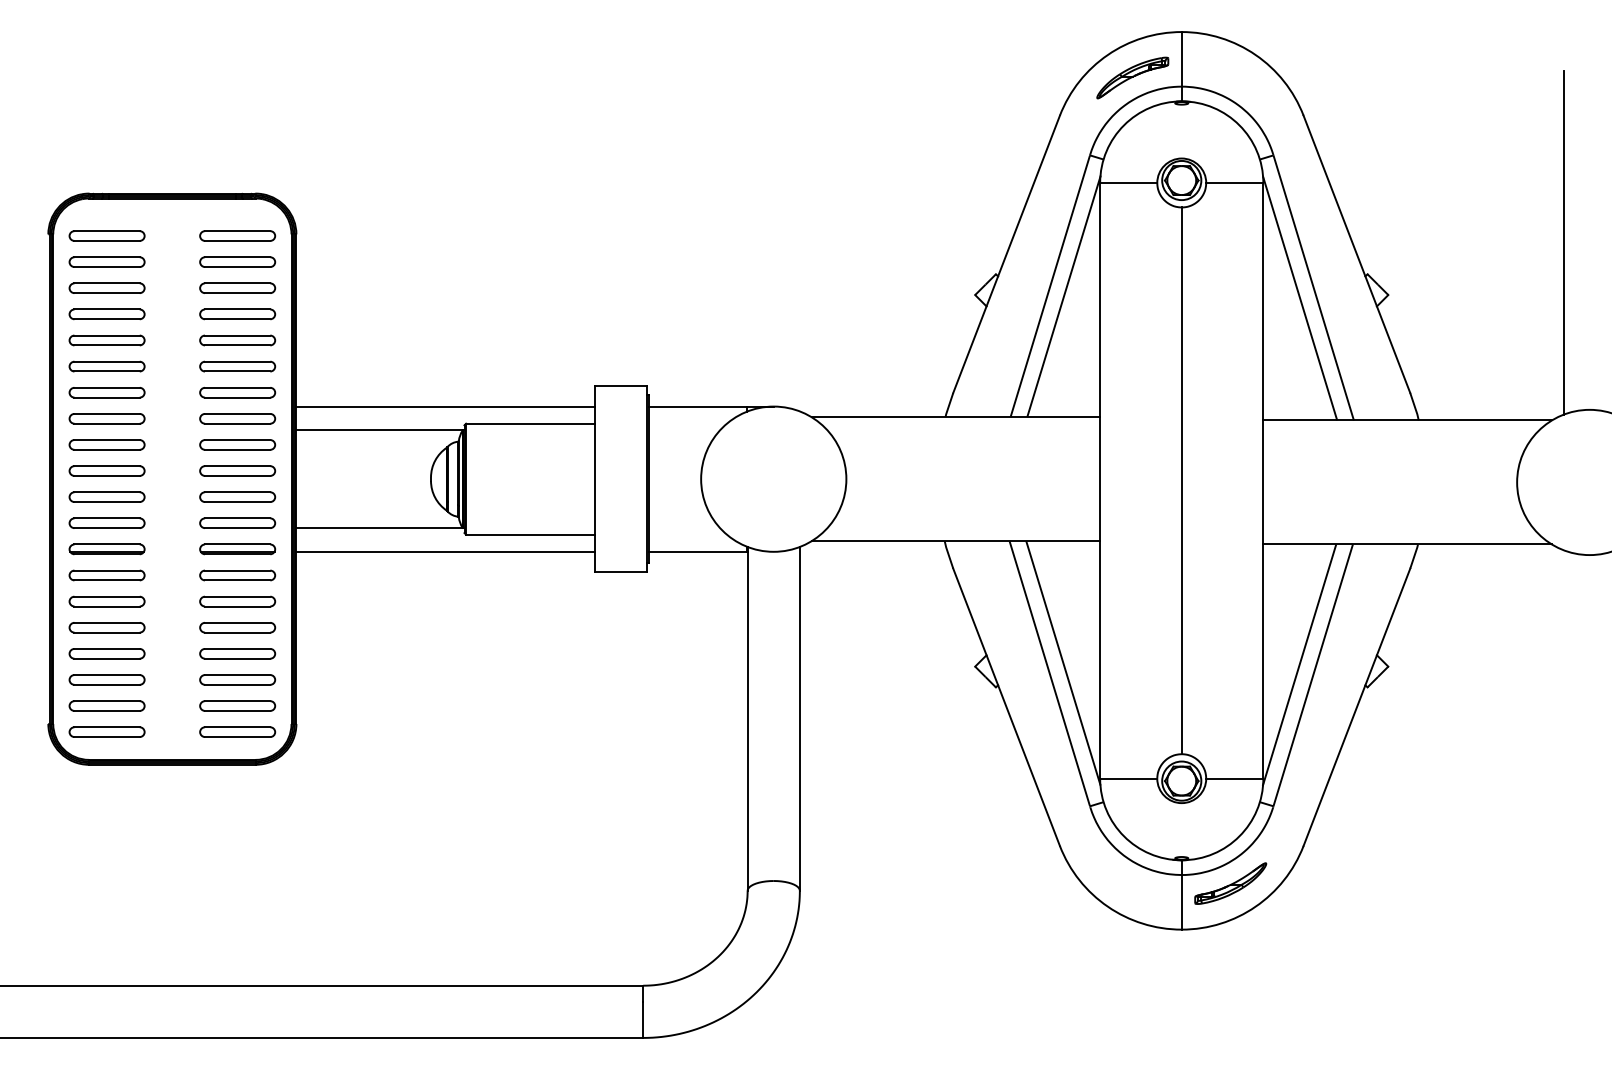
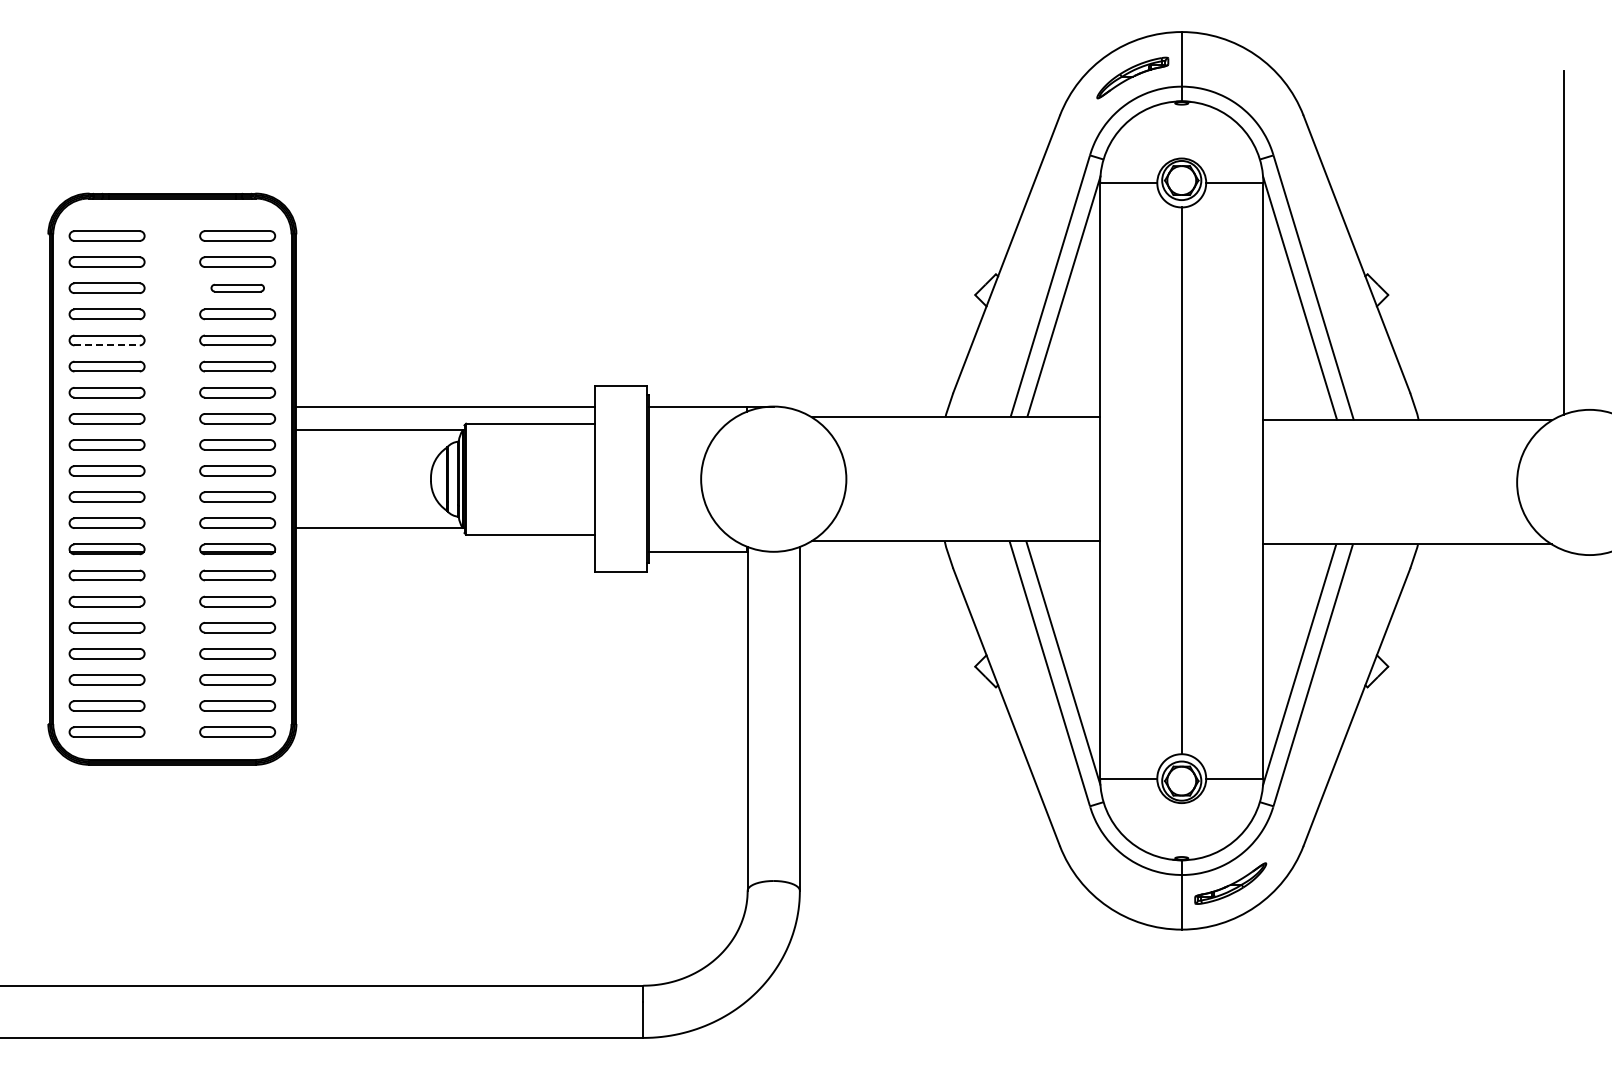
part at (237, 287) size: 78x12 px -> 55x10 px
line at (107, 345): solid -> dashed
line at (445, 551): present -> none
